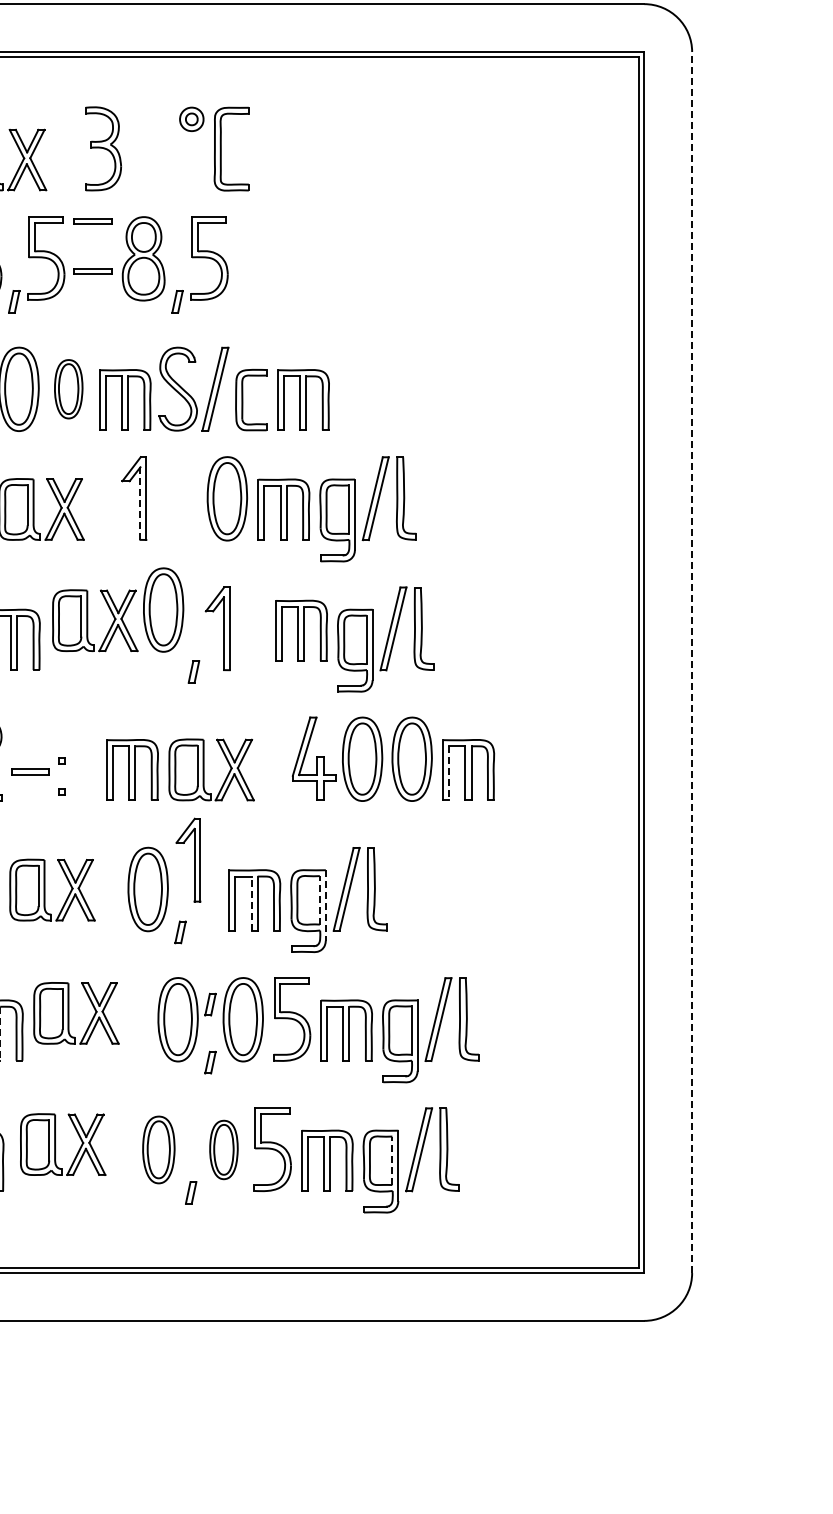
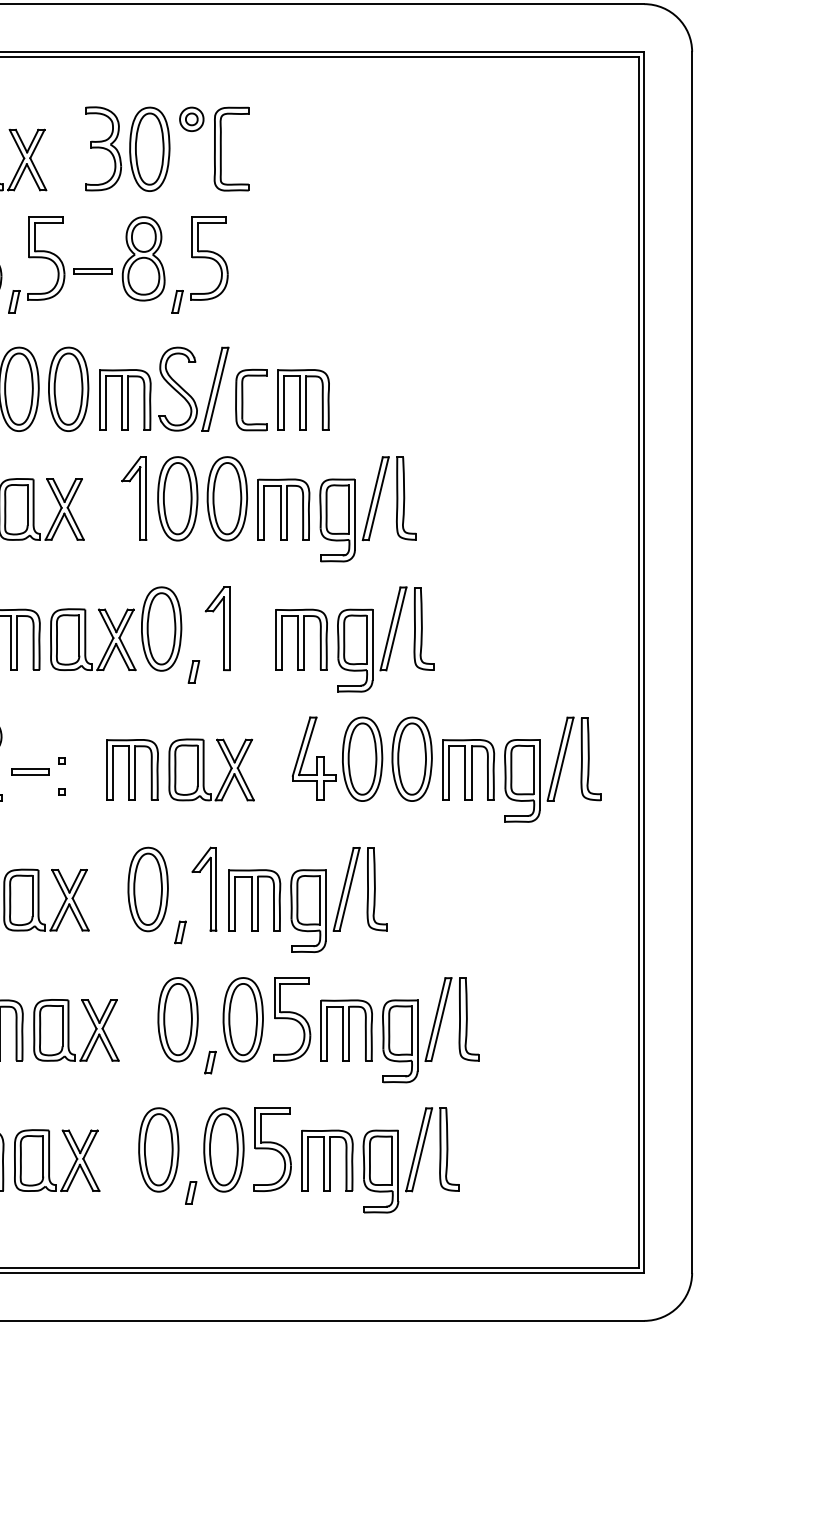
part at (149, 148): none -> present
part at (92, 221): present -> none
part at (68, 389) size: 30x61 px -> 42x86 px
part at (177, 498): none -> present
line at (140, 503): dashed -> solid
part at (118, 609) position: (118, 609) -> (116, 628)
part at (301, 630) position: (301, 630) -> (301, 639)
line at (692, 662): dashed -> solid
part at (552, 769): none -> present
line at (449, 773): dashed -> solid
part at (188, 859) position: (188, 859) -> (204, 888)
part at (45, 889) position: (45, 889) -> (39, 899)
line at (319, 899): dashed -> solid
line at (251, 903): dashed -> solid
line at (325, 905): dashed -> solid
part at (210, 1004): present -> none
part at (69, 1013) position: (69, 1013) -> (69, 1030)
line at (0, 1033): dashed -> solid
part at (55, 1144) position: (55, 1144) -> (49, 1160)
part at (158, 1149) size: 34x70 px -> 42x86 px
part at (223, 1149) size: 30x62 px -> 42x86 px
line at (392, 1160): dashed -> solid
